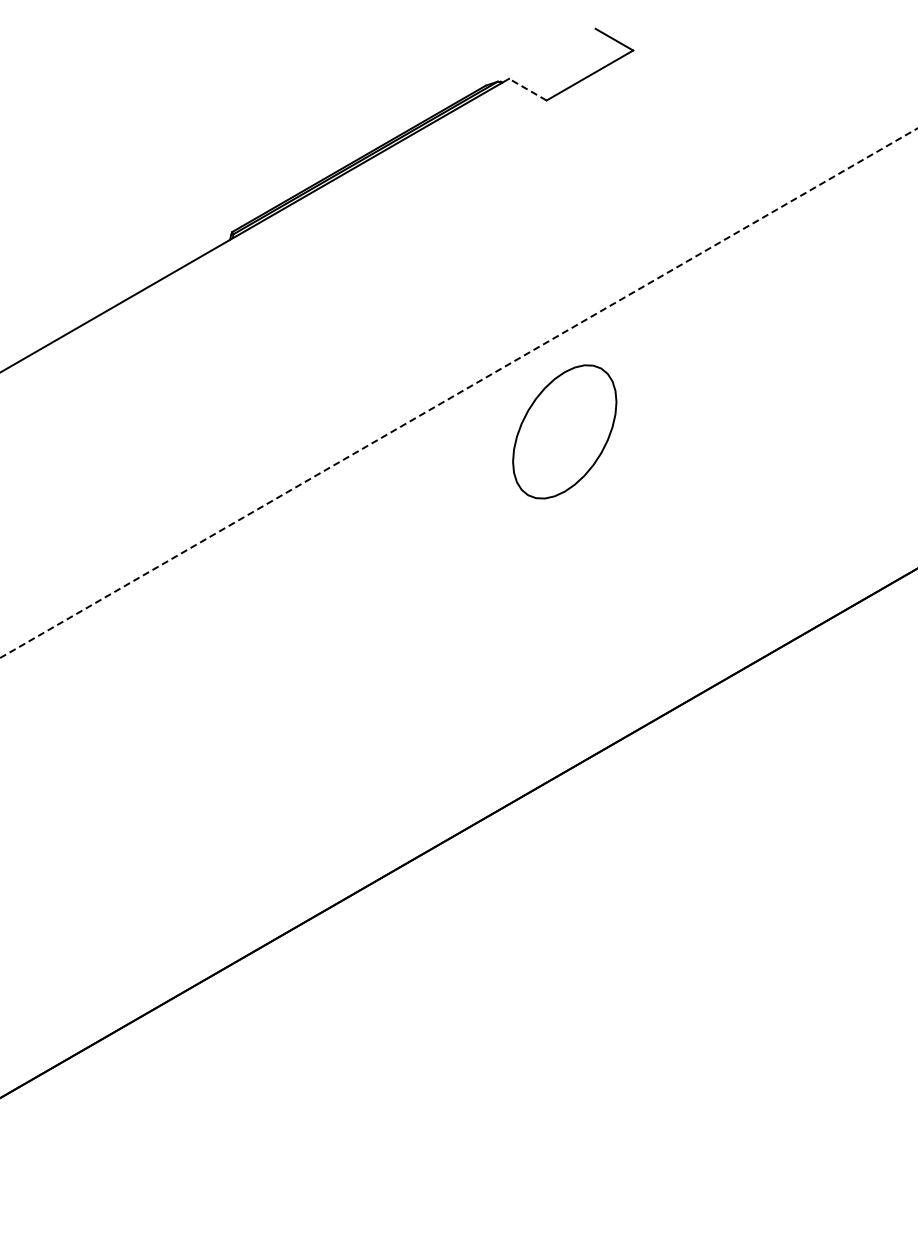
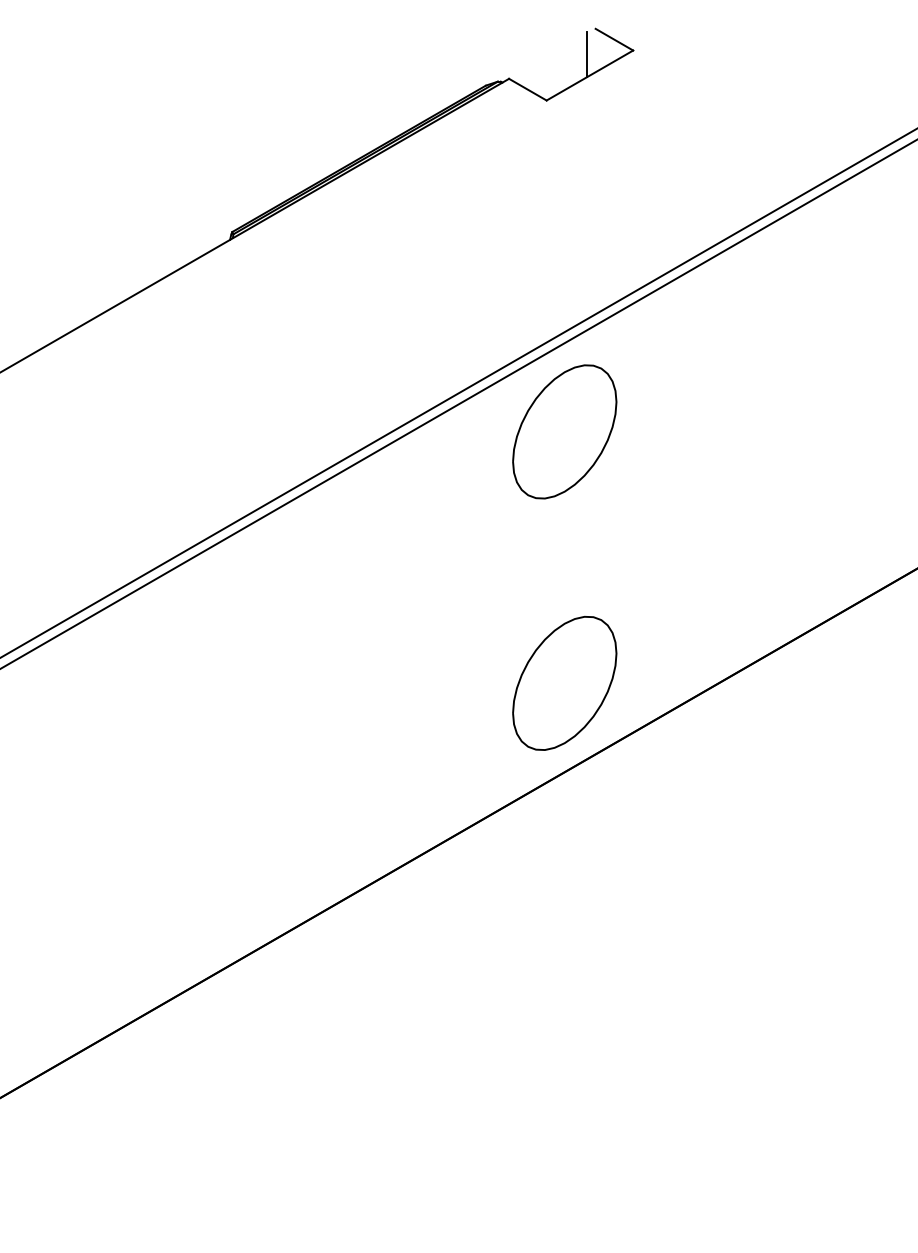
line at (587, 53): none -> present
line at (527, 89): dashed -> solid
line at (458, 393): dashed -> solid
line at (458, 404): none -> present
part at (564, 683): none -> present
